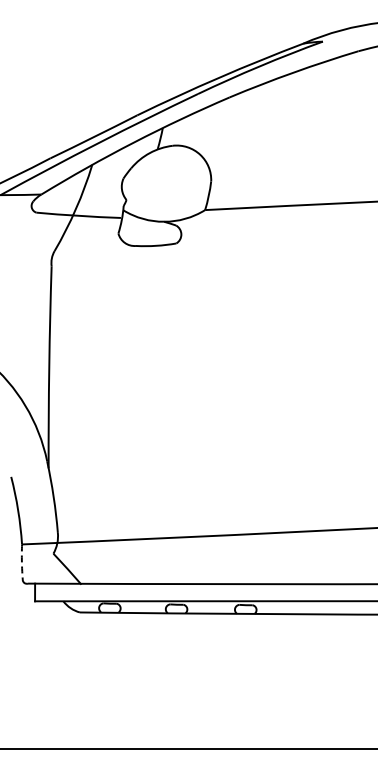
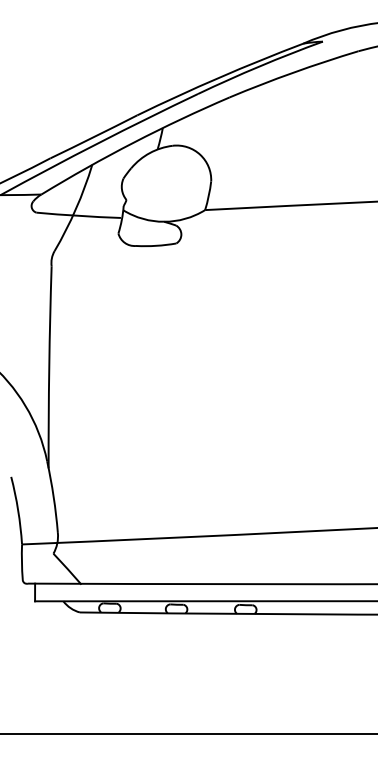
arc at (21, 562): dashed -> solid
line at (188, 749) position: (188, 749) -> (188, 734)
